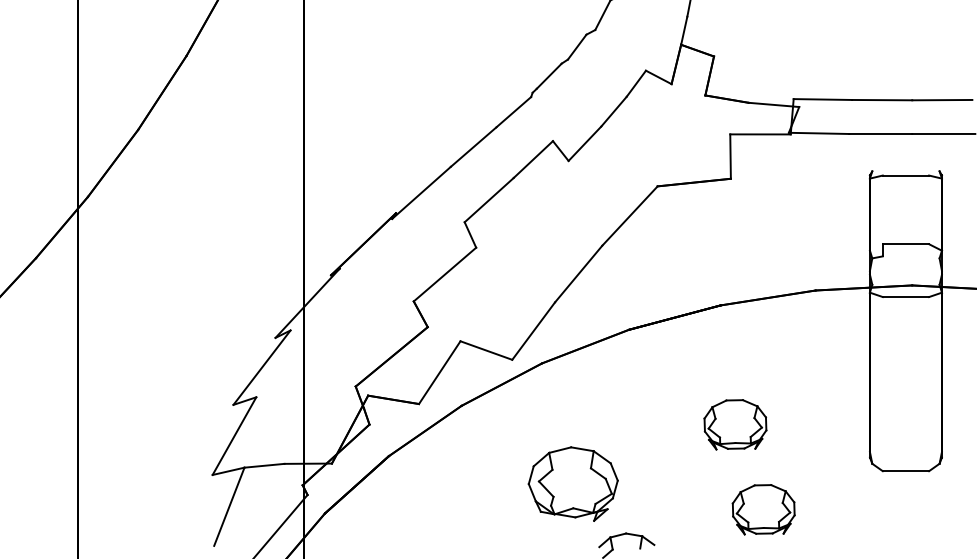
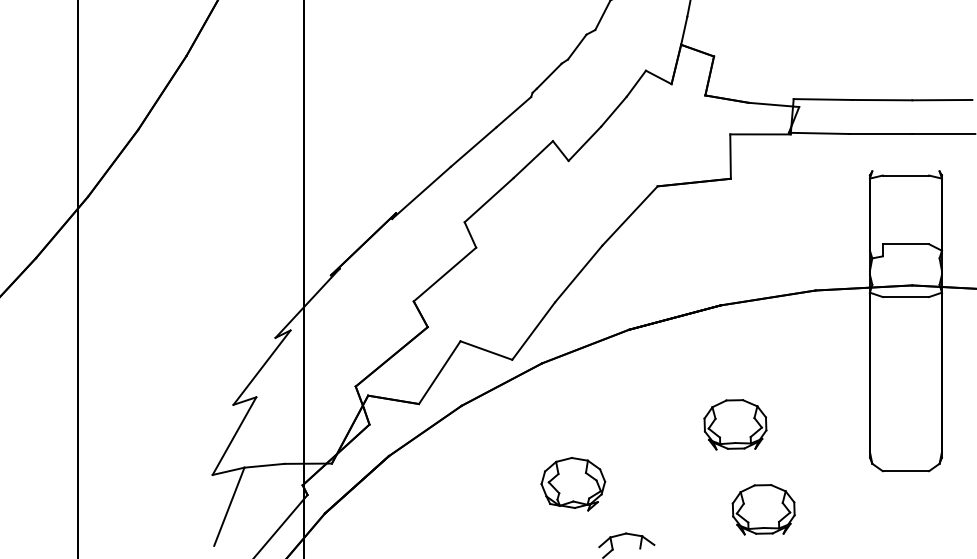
part at (572, 483) size: 92x76 px -> 67x55 px
